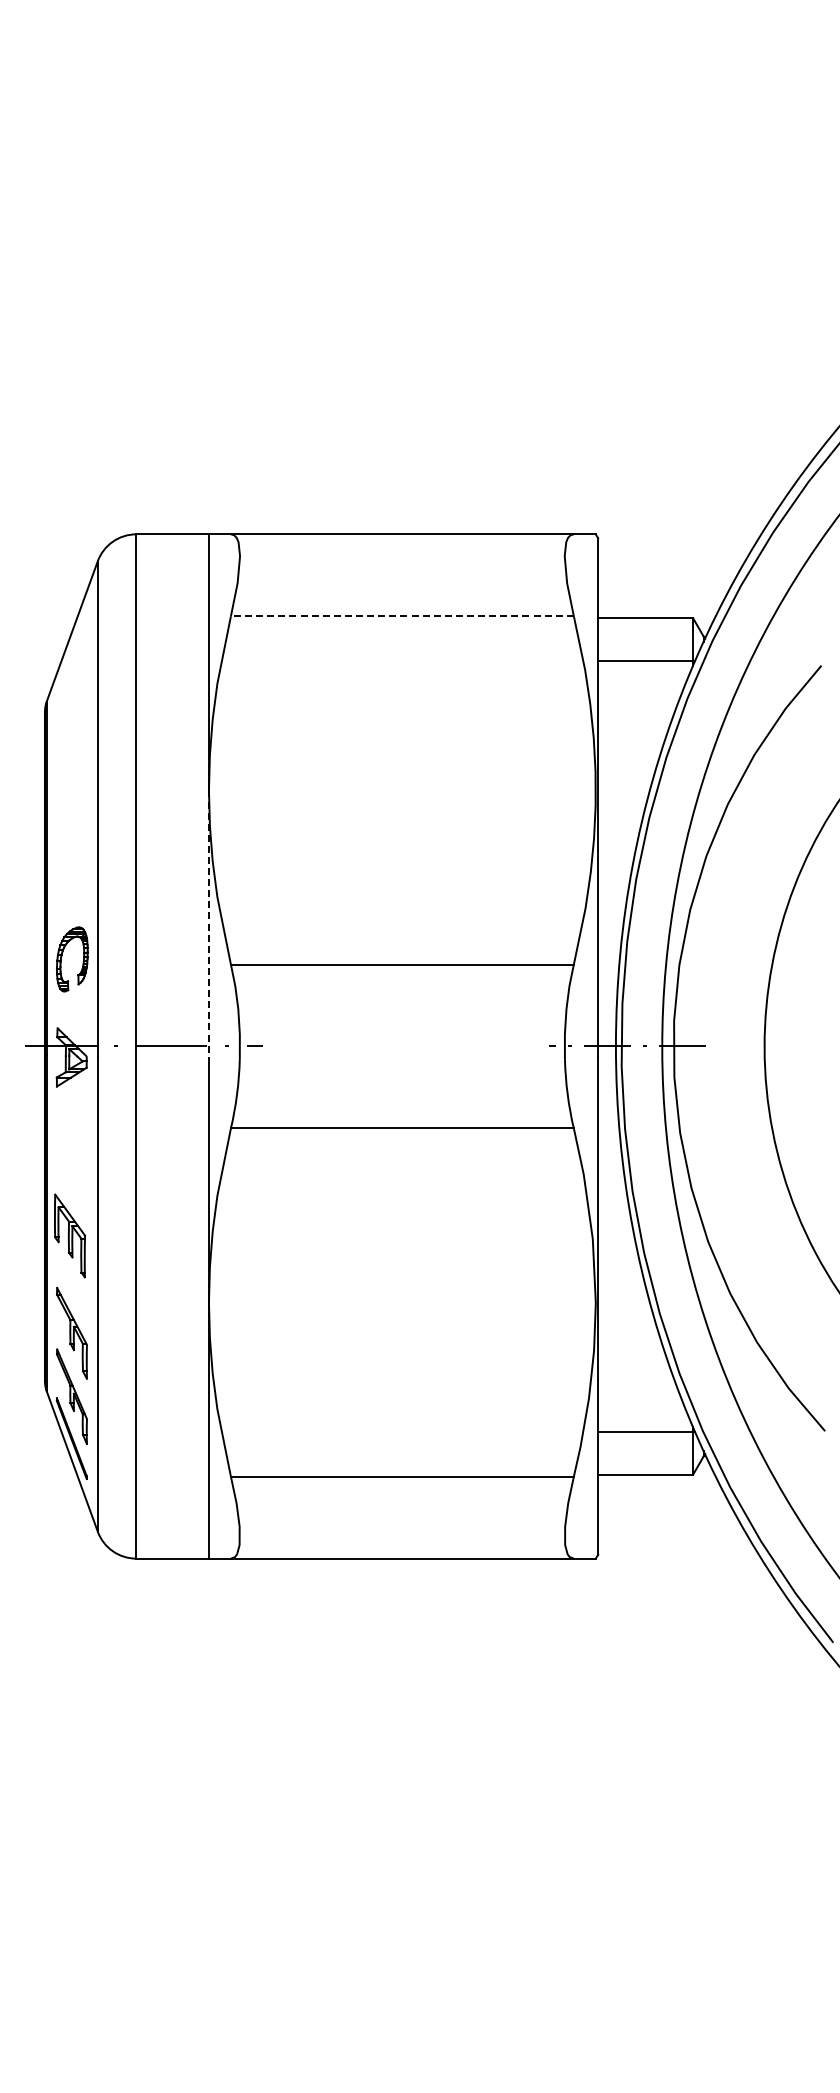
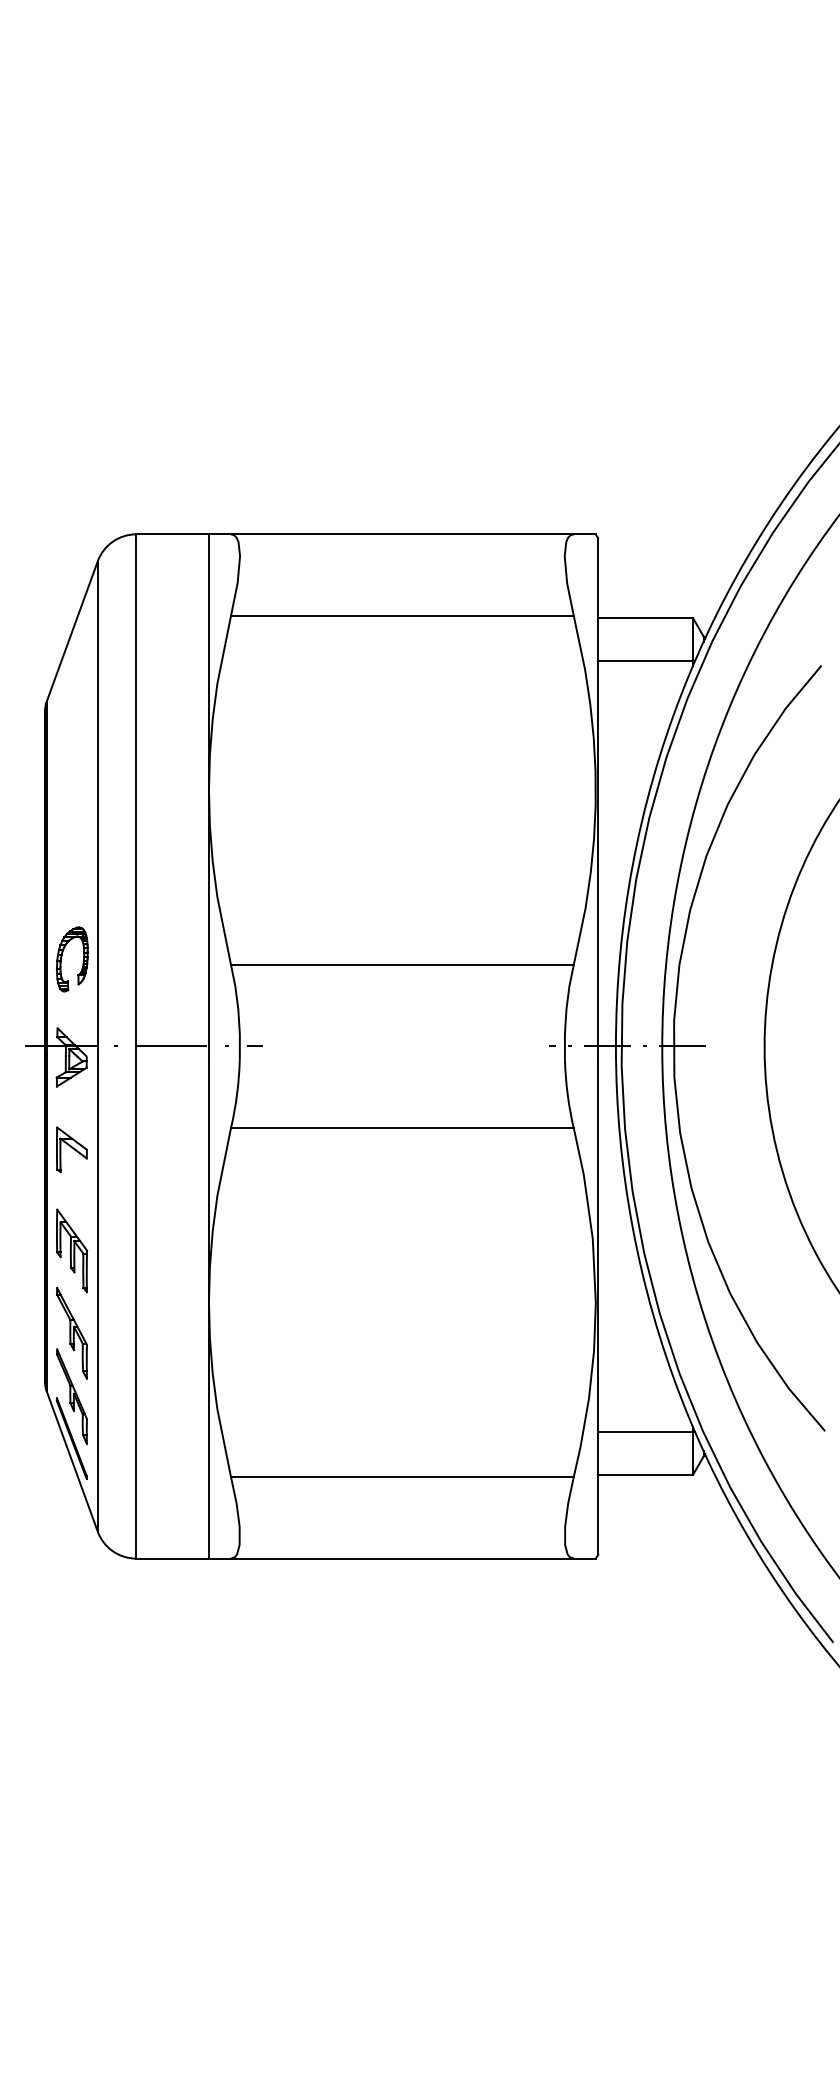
line at (401, 616): dashed -> solid
line at (208, 925): dashed -> solid
part at (71, 1149): none -> present
part at (70, 1235) position: (70, 1235) -> (72, 1250)
